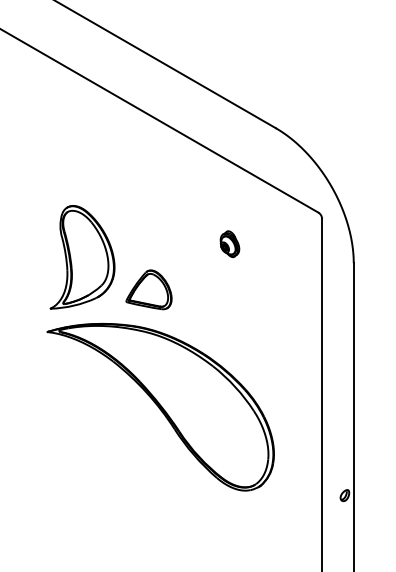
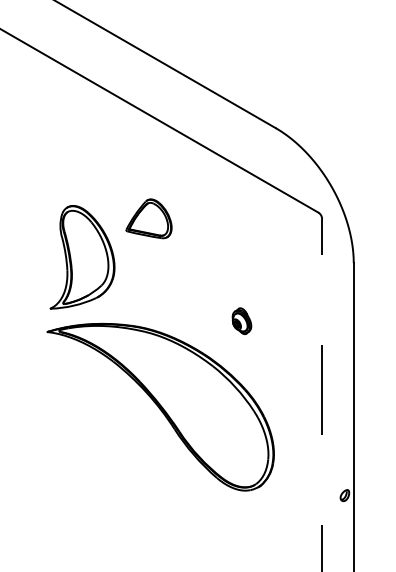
part at (229, 243) position: (229, 243) -> (241, 320)
part at (148, 289) position: (148, 289) -> (148, 218)
line at (322, 394): solid -> dashed
